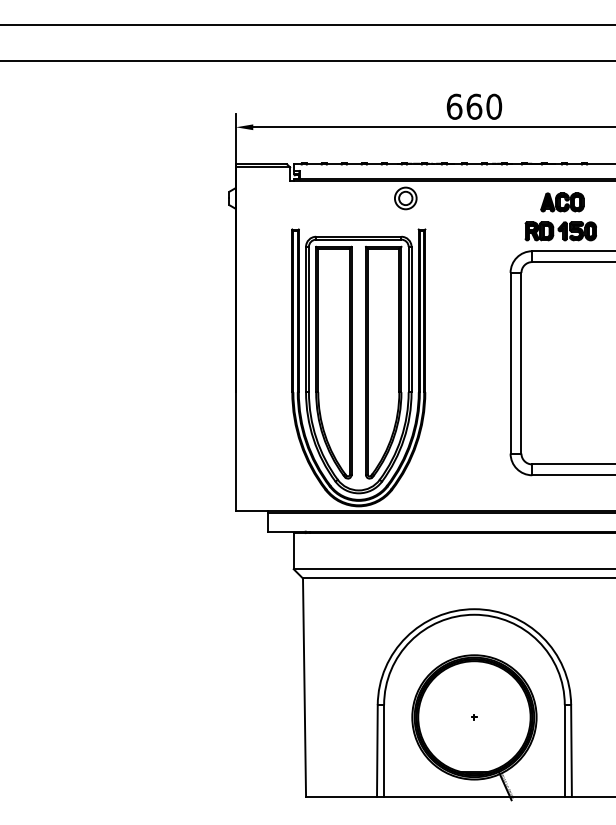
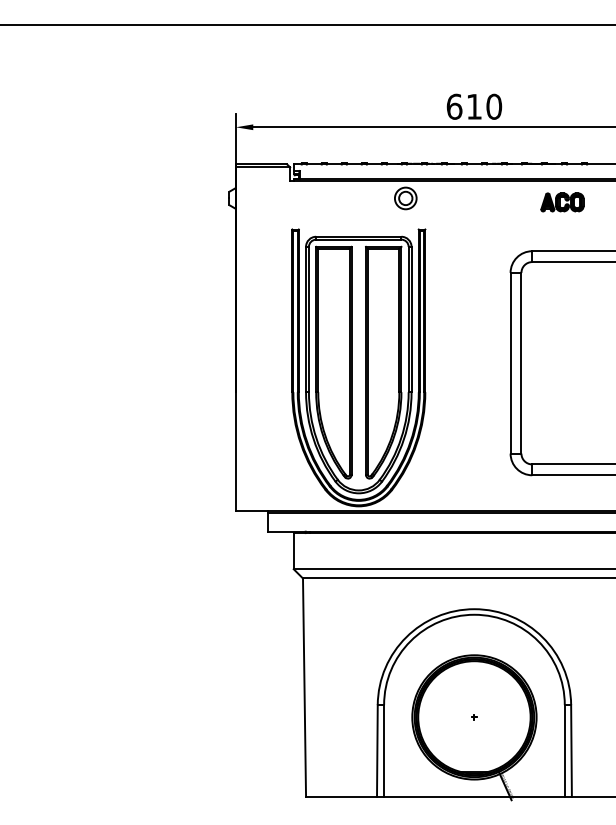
line at (307, 60): present -> none
text at (474, 106): 660 -> 610
part at (560, 231): present -> none
